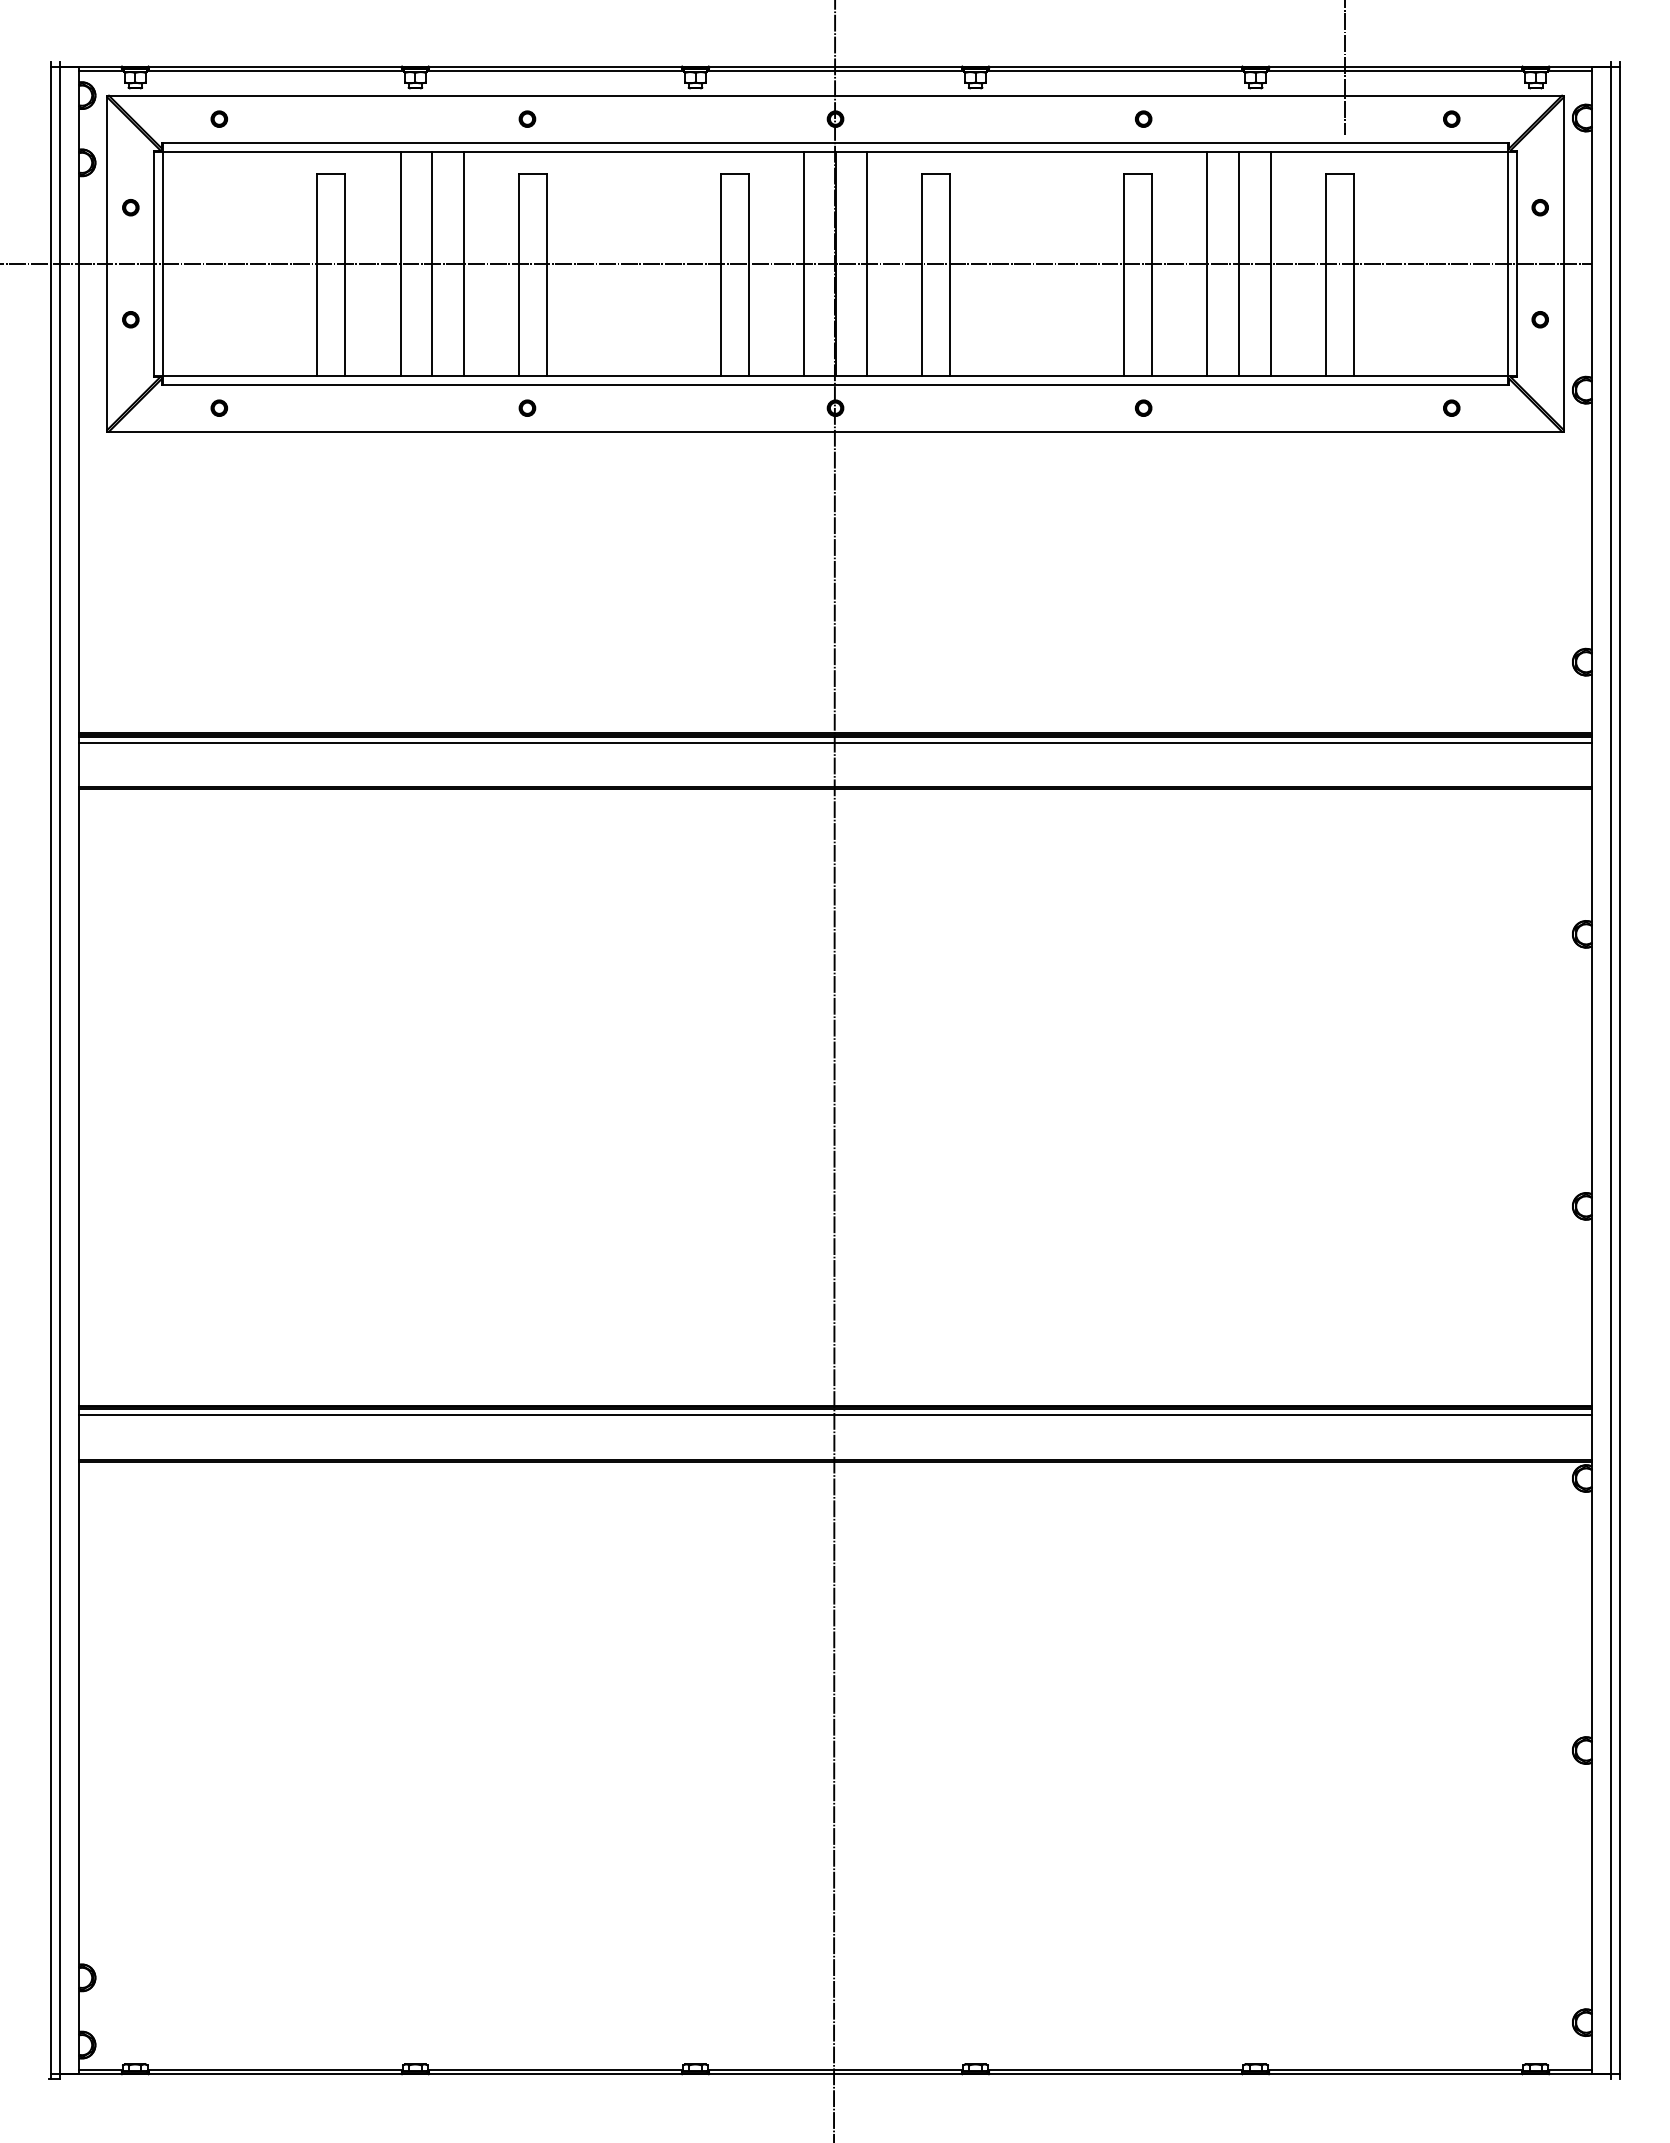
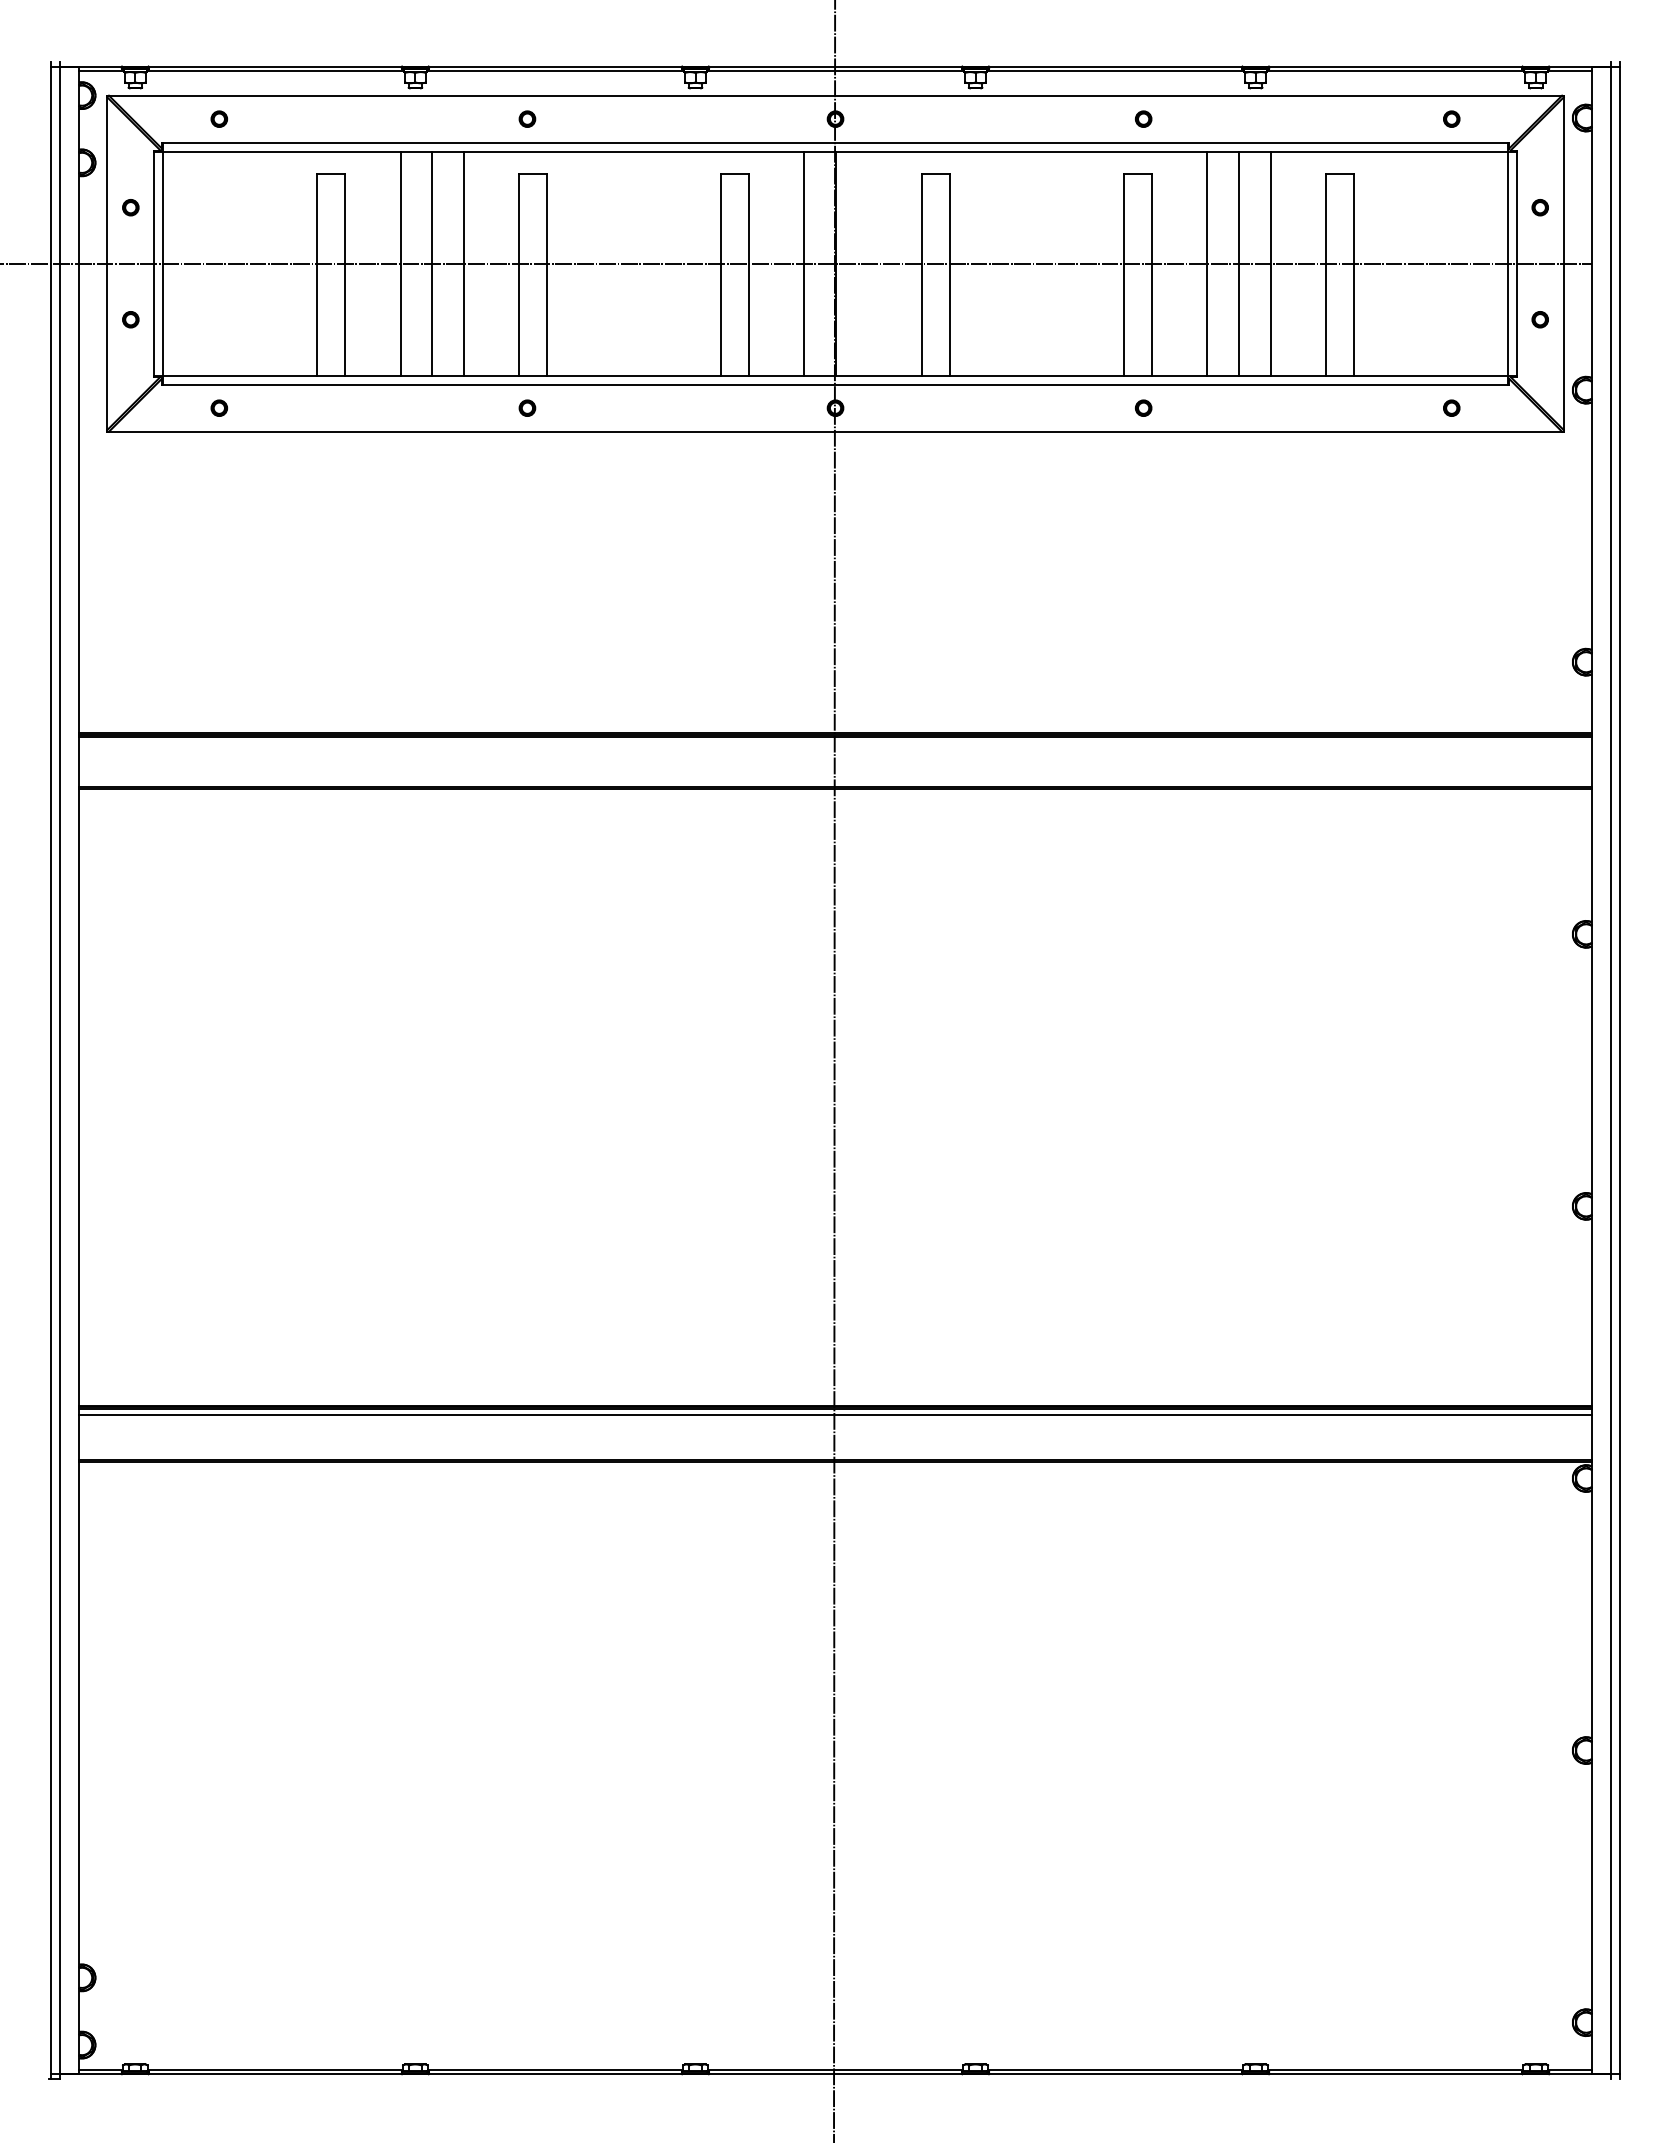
line at (1345, 68): present -> none
line at (867, 263): present -> none
line at (835, 742): present -> none
